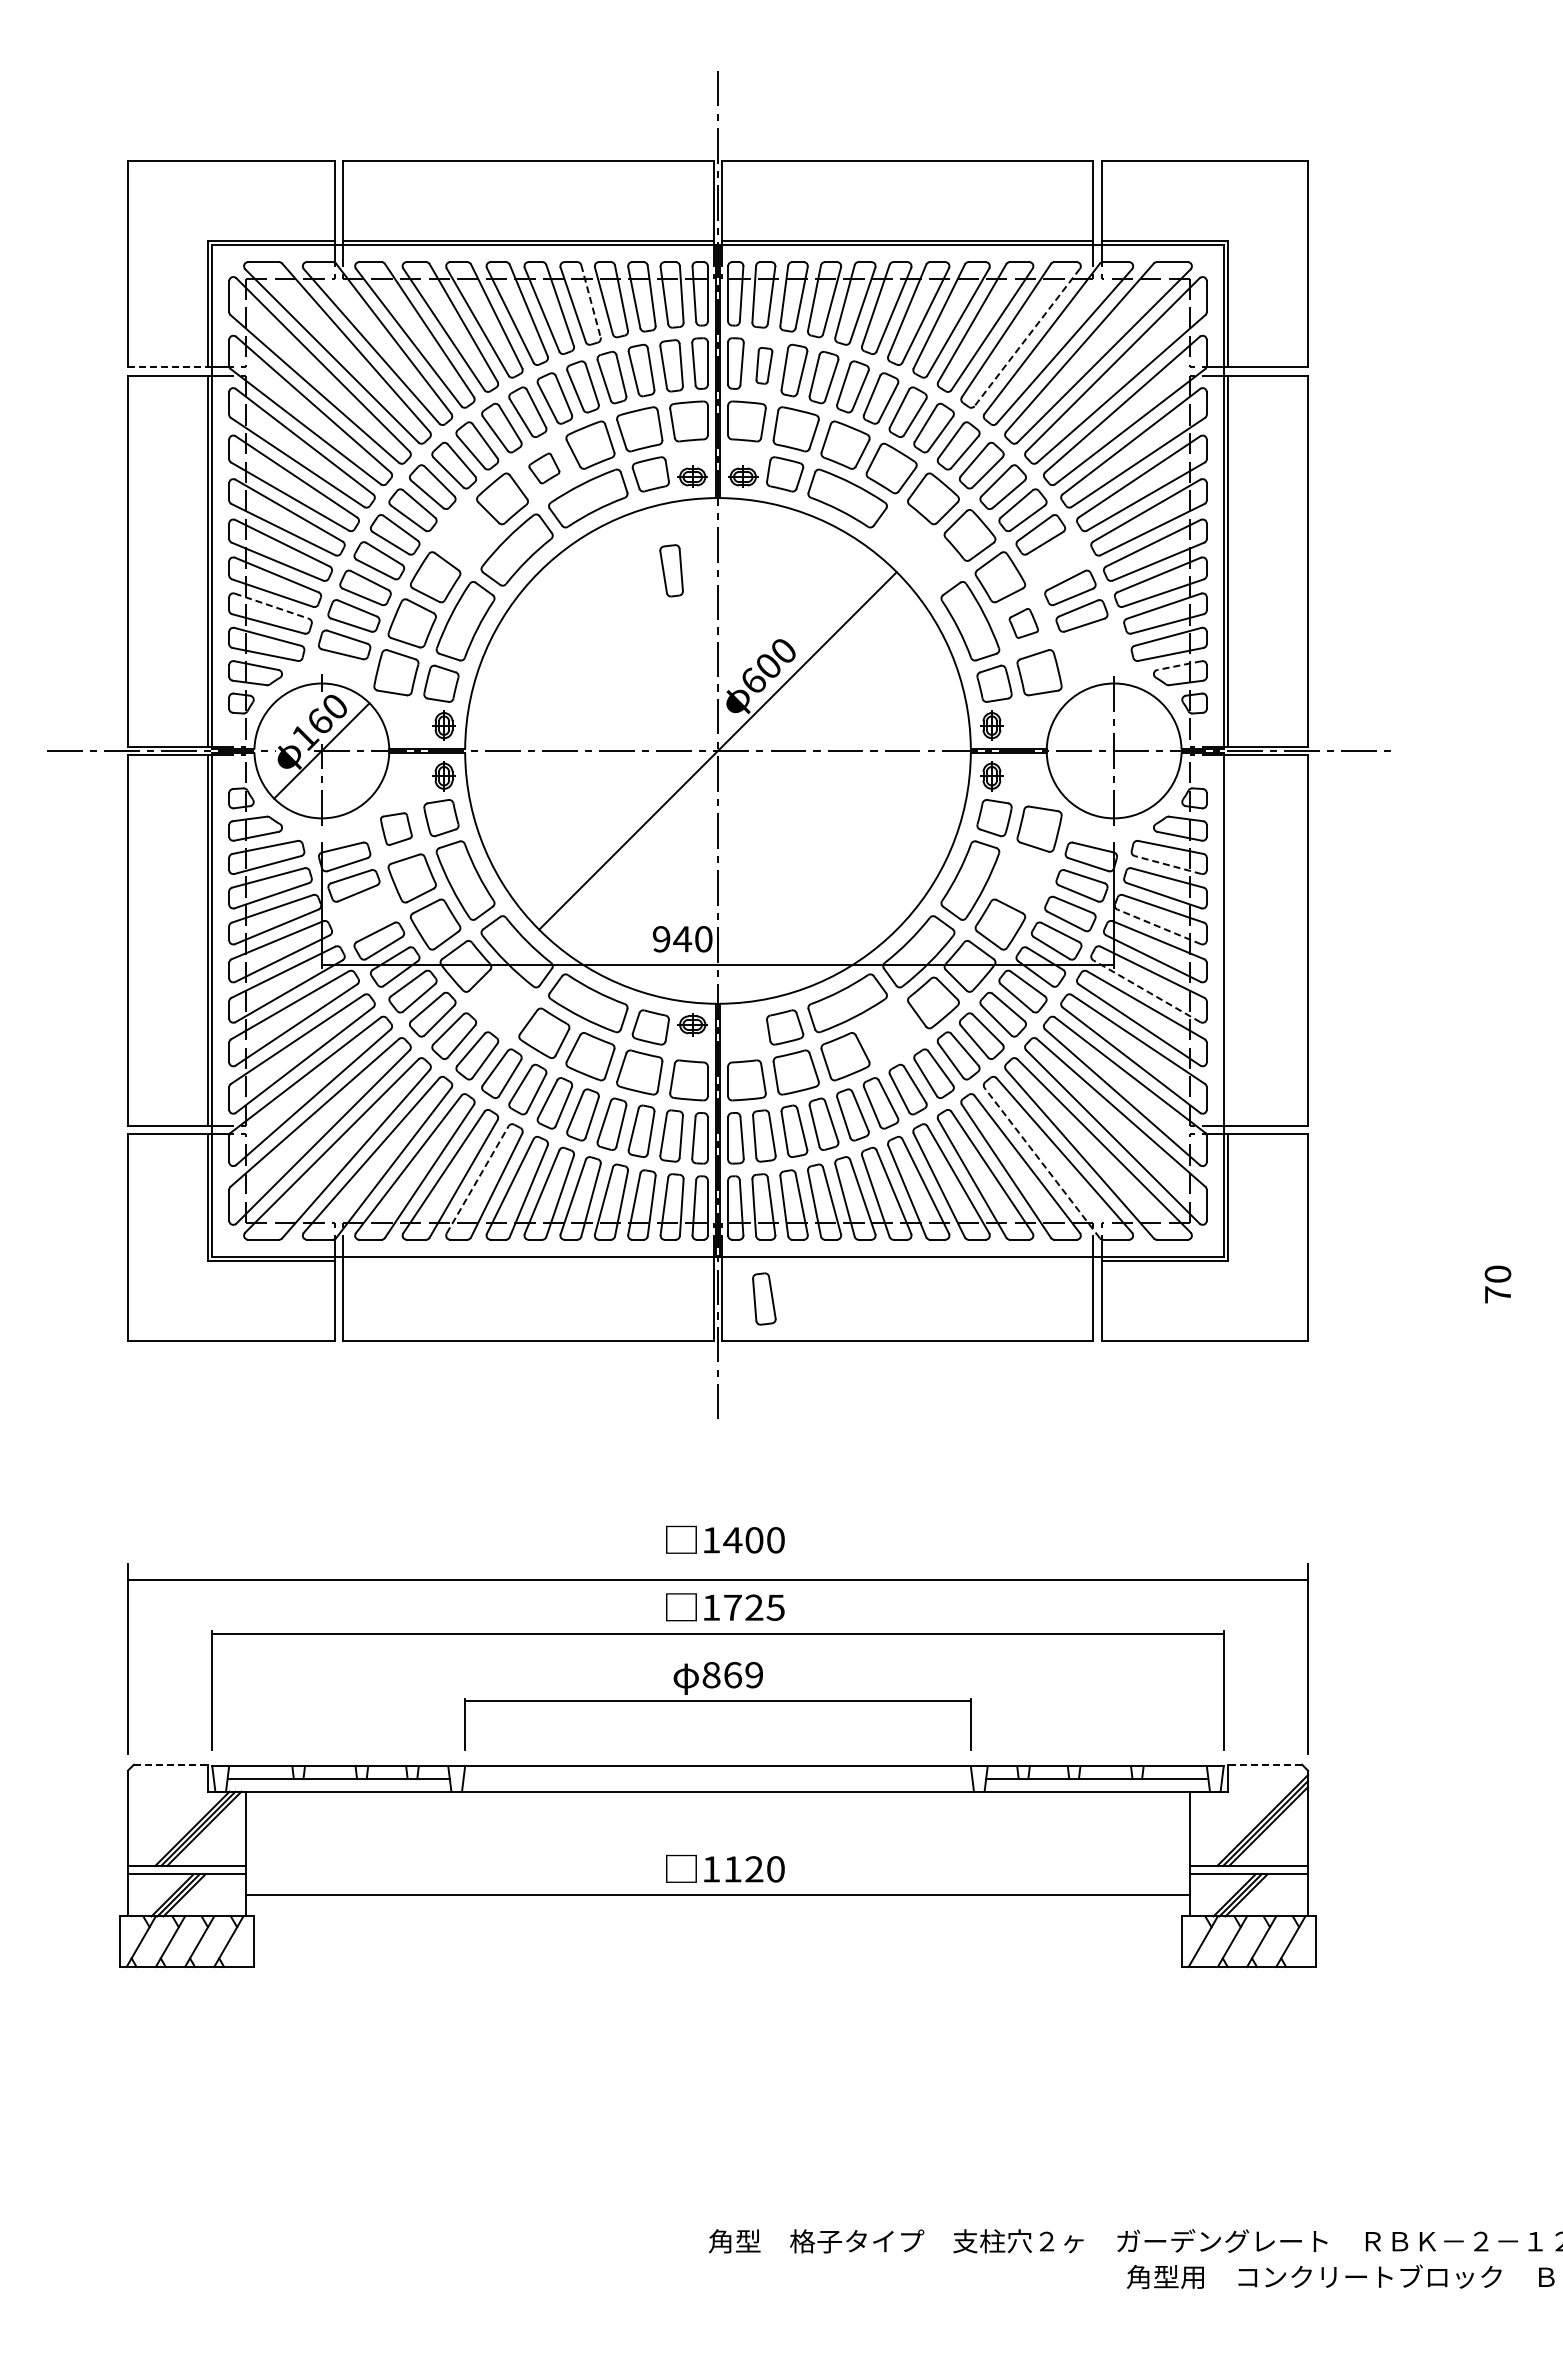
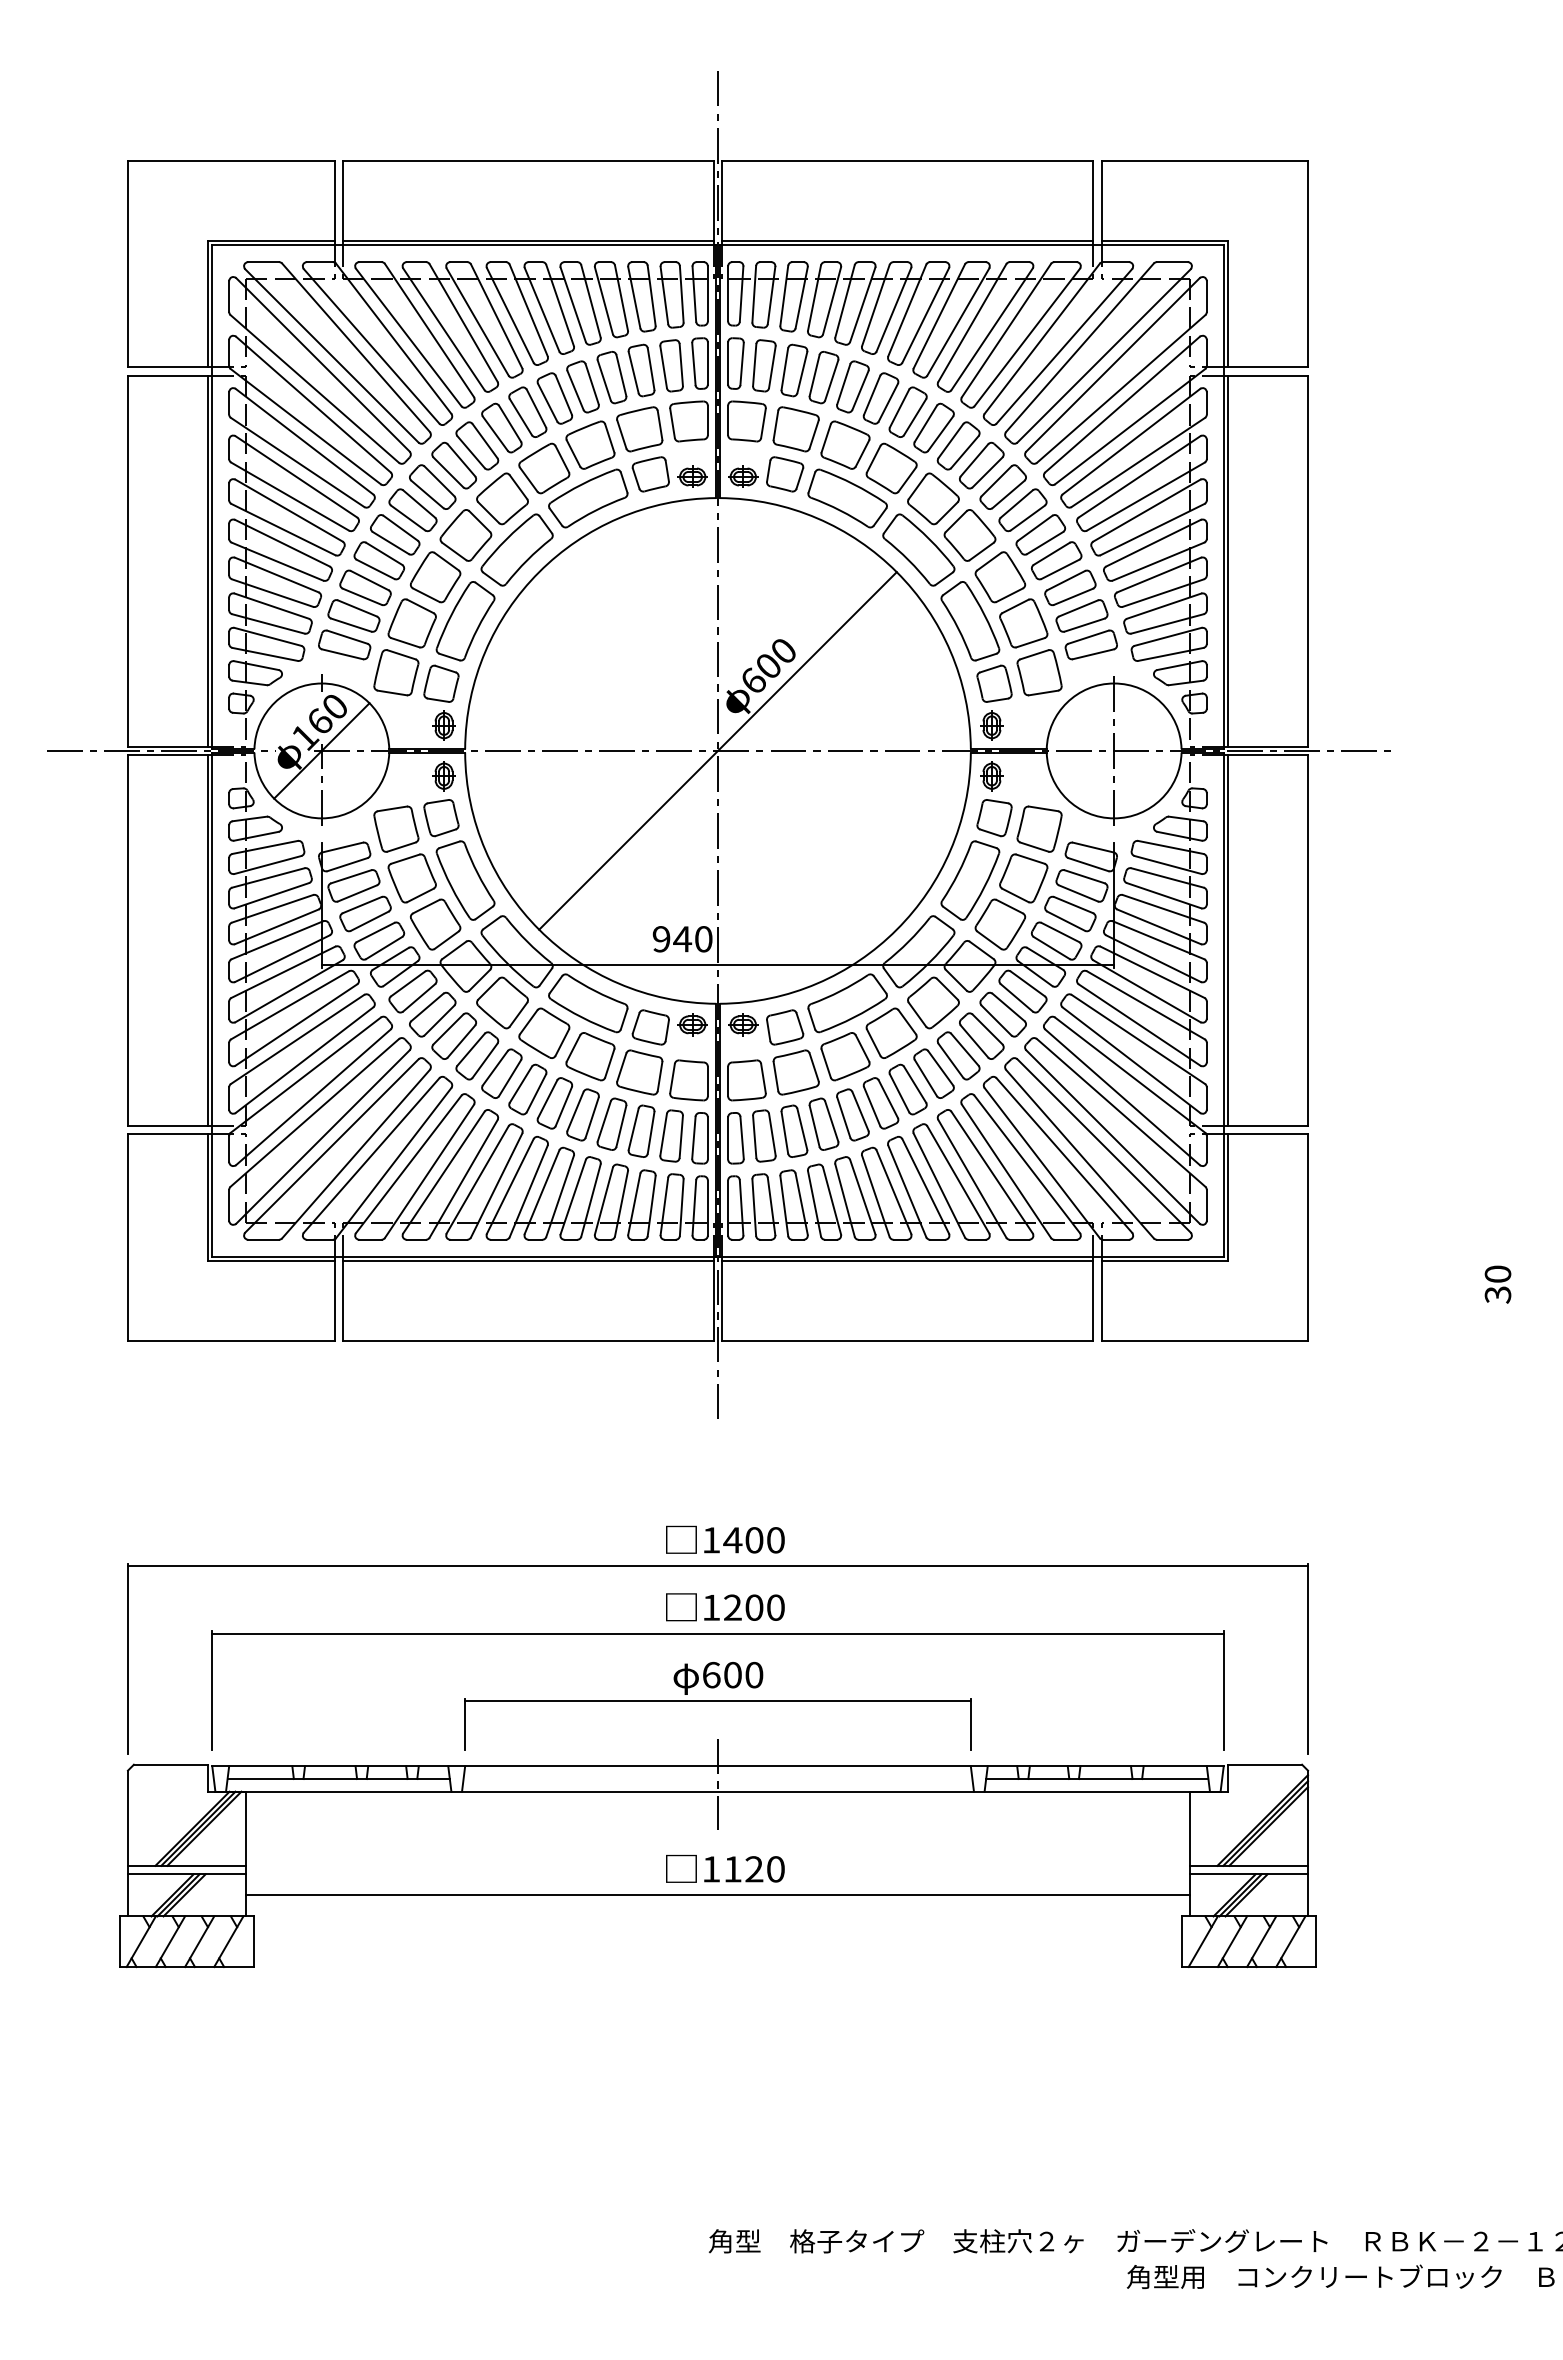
line at (591, 301): dashed -> solid
line at (1027, 337): dashed -> solid
part at (764, 365) size: 19x38 px -> 25x54 px
line at (170, 367): dashed -> solid
part at (544, 468) size: 33x33 px -> 53x53 px
part at (465, 535): none -> present
part at (918, 549): none -> present
part at (1056, 560): none -> present
part at (671, 570): present -> none
line at (272, 606): dashed -> solid
part at (1023, 623) size: 31x31 px -> 50x51 px
part at (1090, 644): none -> present
line at (1179, 665): dashed -> solid
part at (396, 828) size: 33x34 px -> 47x48 px
line at (1168, 865): dashed -> solid
part at (1023, 878): none -> present
part at (365, 913): none -> present
line at (1158, 926): dashed -> solid
line at (1227, 940): none -> present
line at (1146, 991): dashed -> solid
part at (502, 1002): none -> present
part at (743, 1024): none -> present
part at (891, 1032): none -> present
line at (1042, 1163): dashed -> solid
line at (477, 1179): dashed -> solid
line at (527, 1260): none -> present
line at (907, 1260): none -> present
text at (1497, 1294): 70 -> 30
part at (764, 1298): present -> none
line at (718, 1580) position: (718, 1580) -> (718, 1566)
text at (754, 1607): 1725 -> 1200
text at (732, 1674): 869 -> 600
line at (171, 1764): dashed -> solid
line at (1264, 1764): dashed -> solid
line at (718, 1783): none -> present
